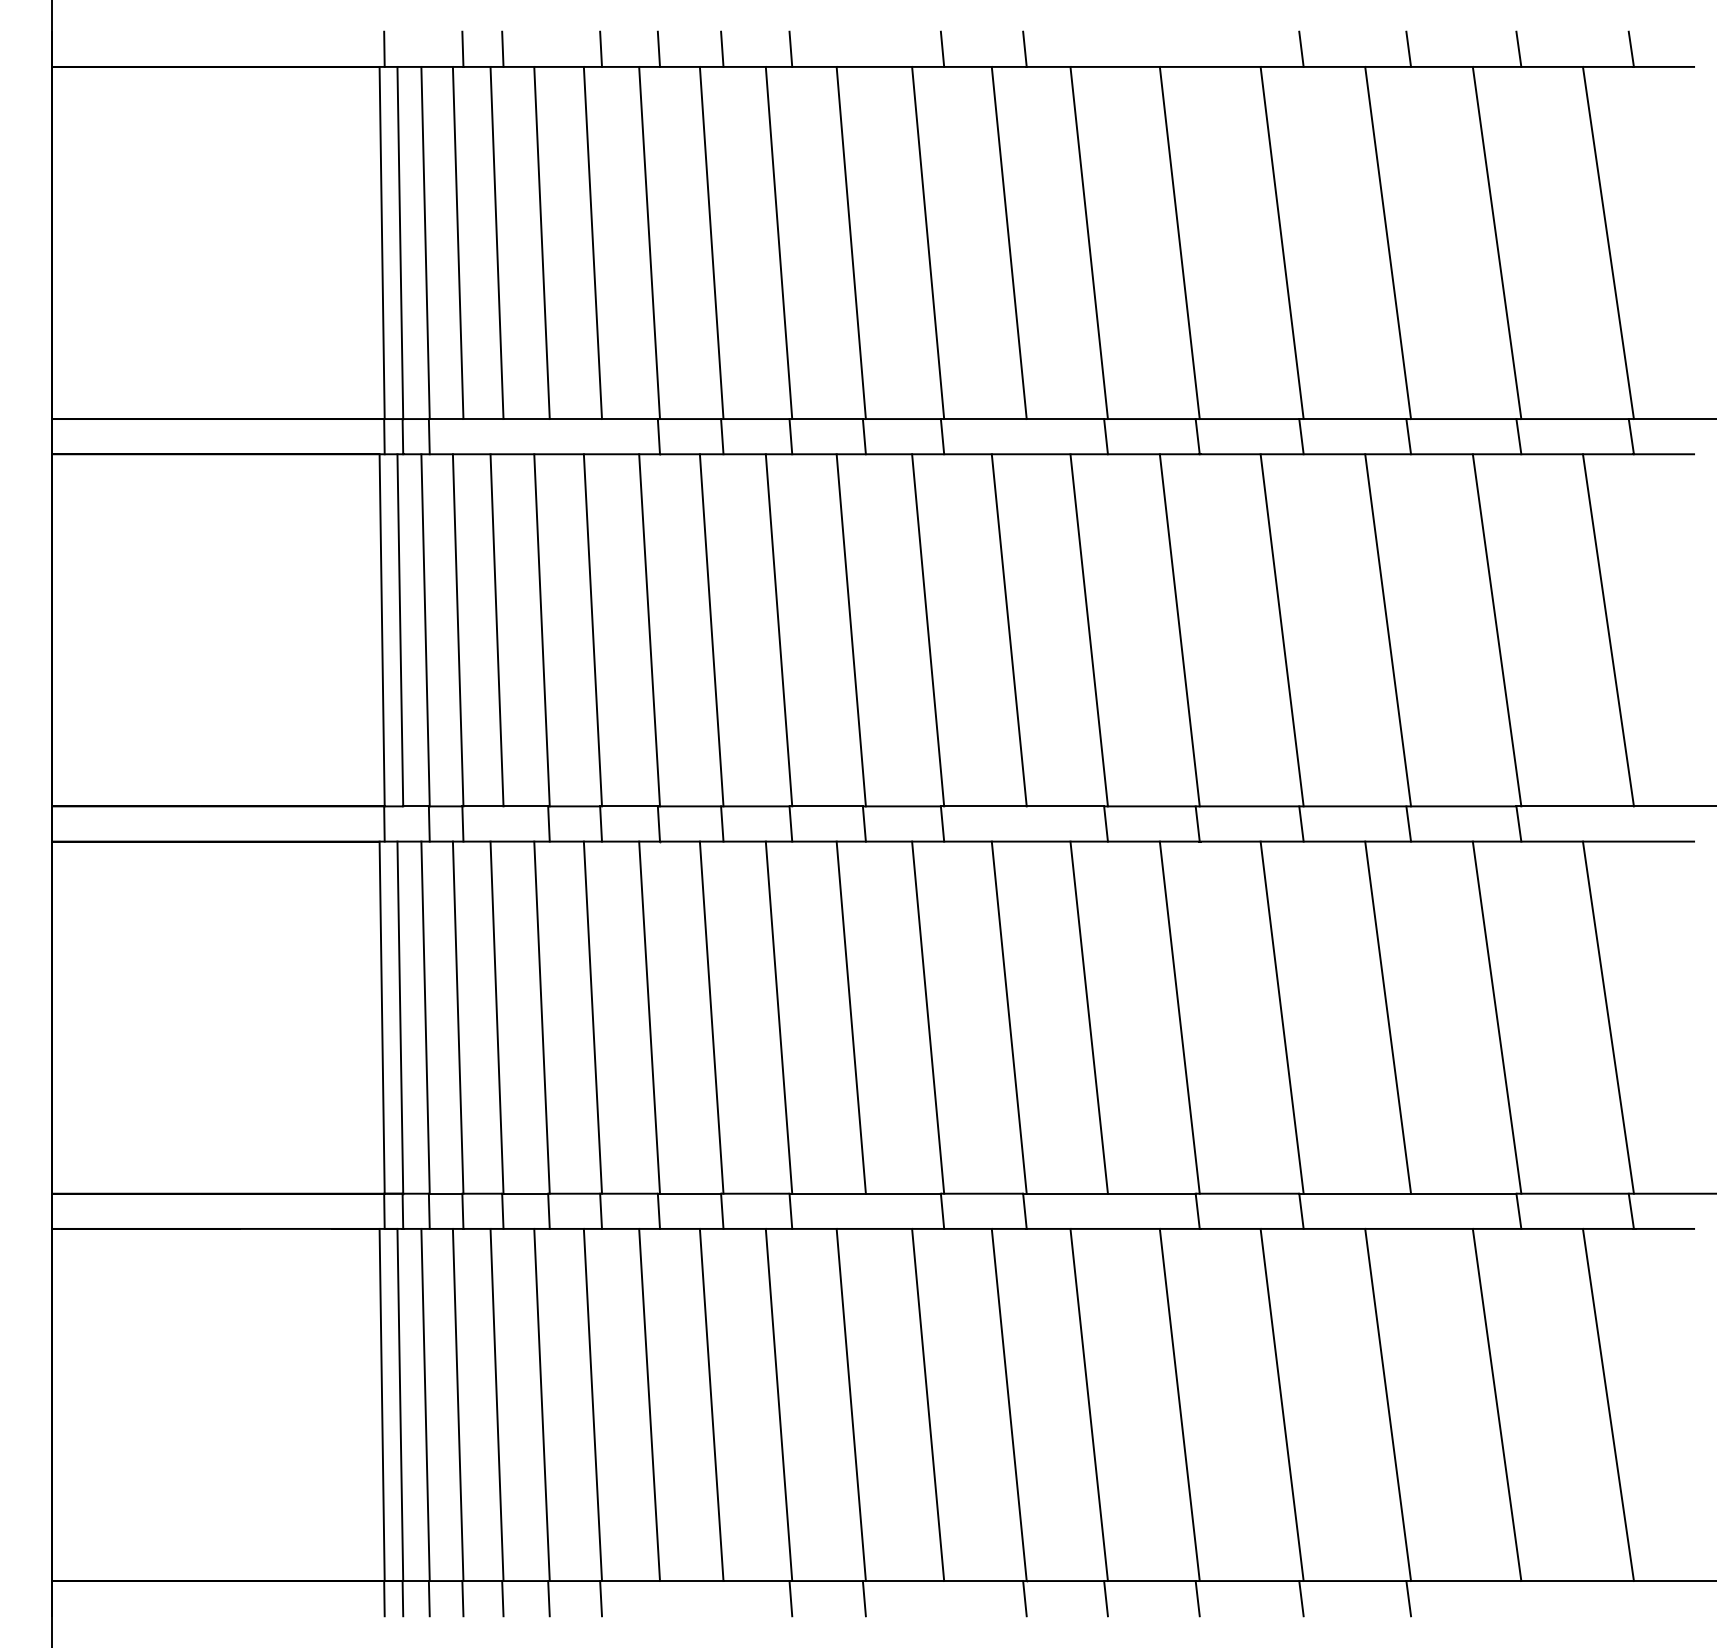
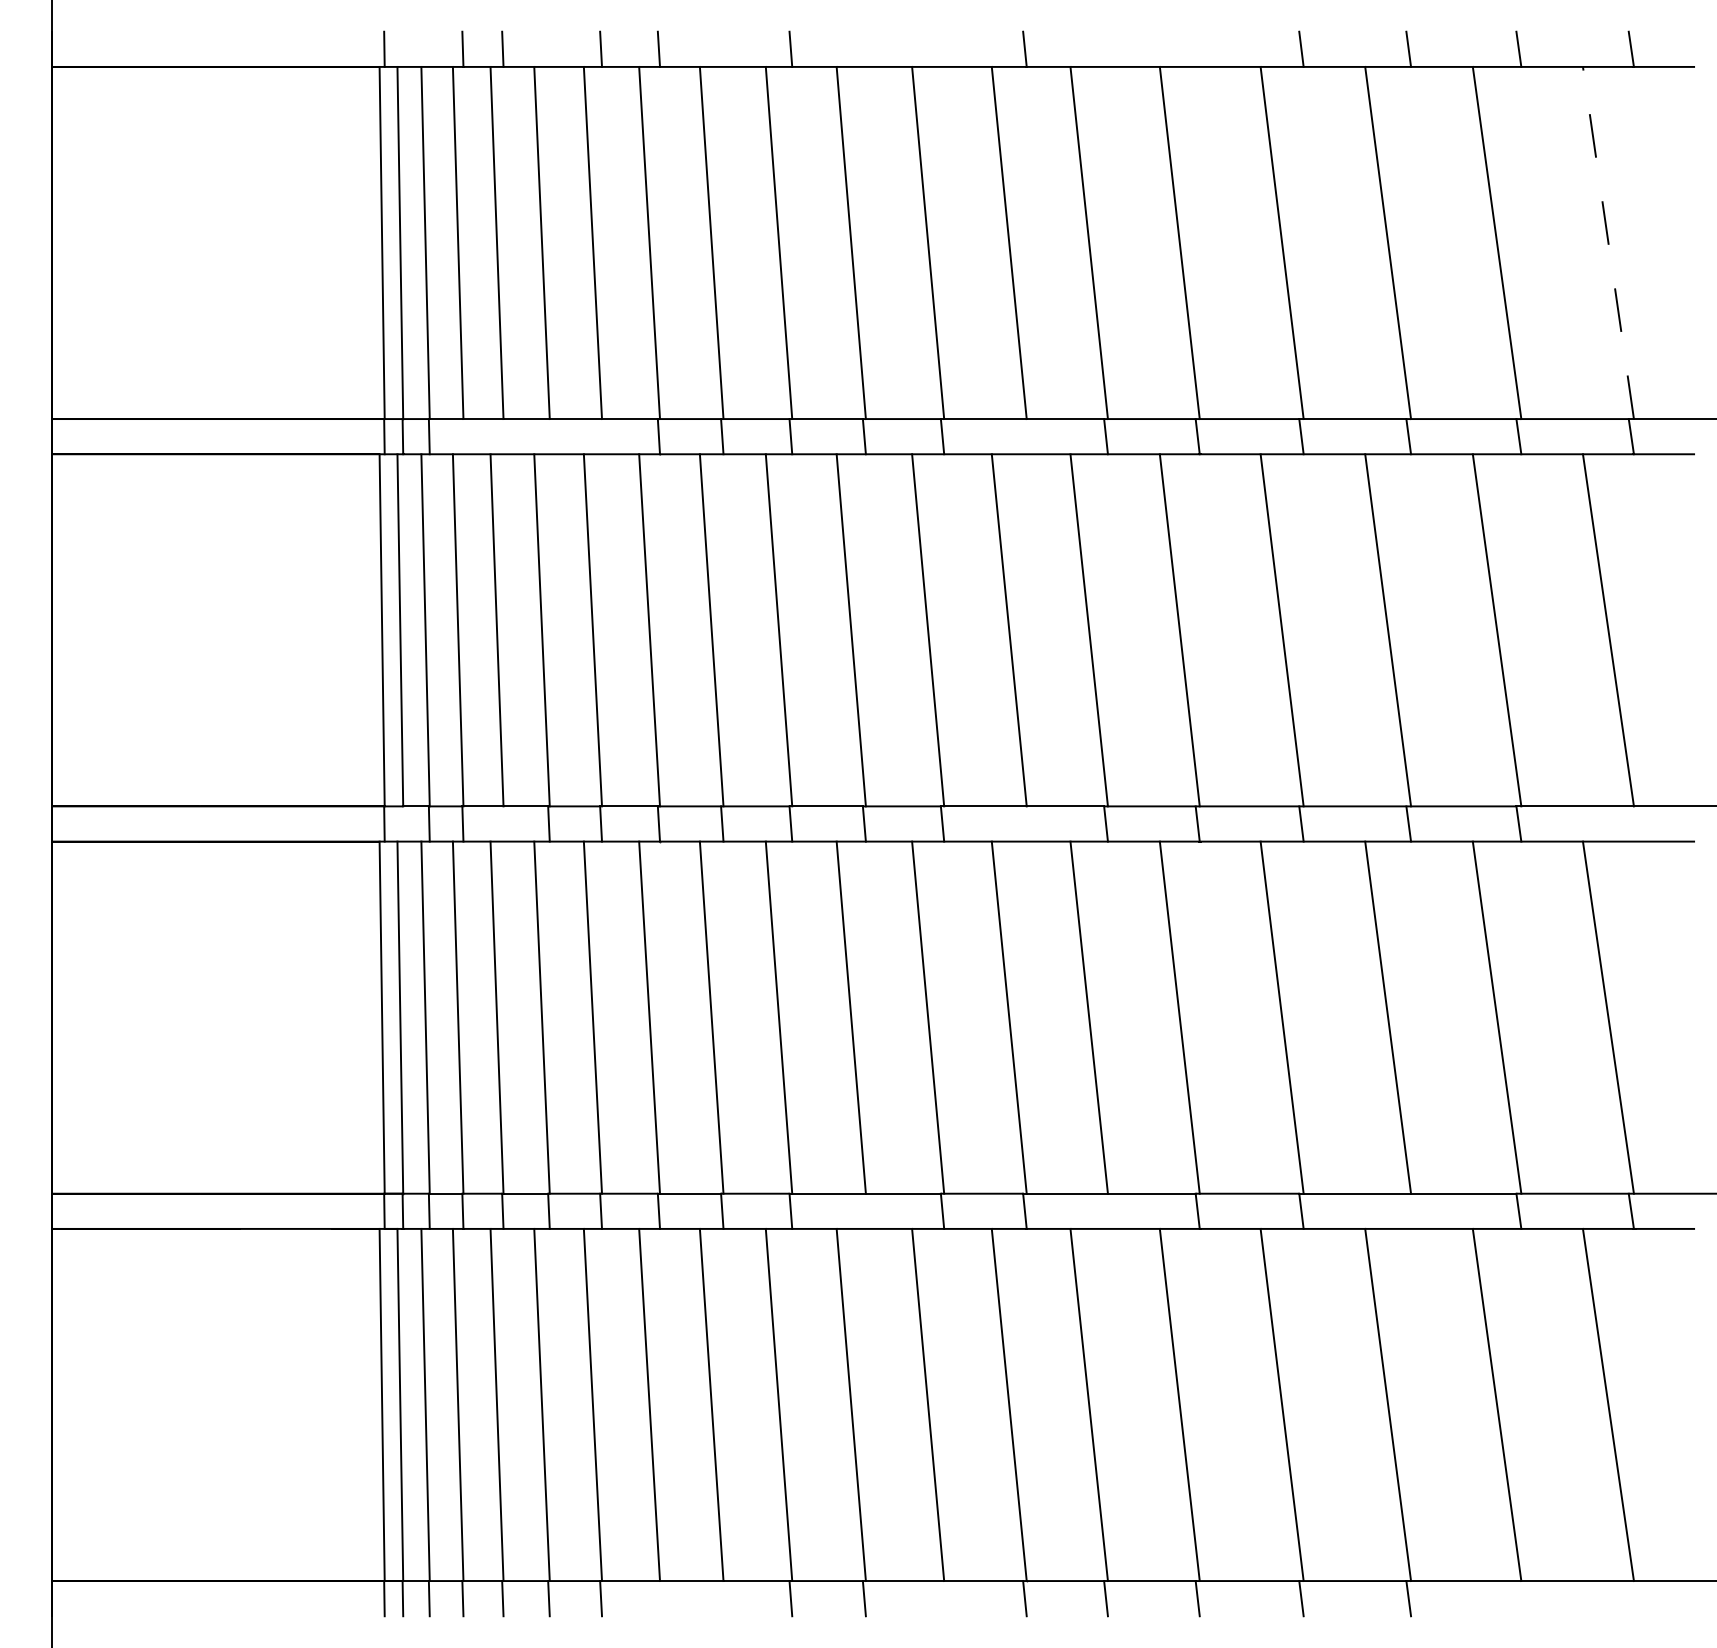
line at (722, 48): present -> none
line at (942, 48): present -> none
line at (1608, 243): solid -> dashed
